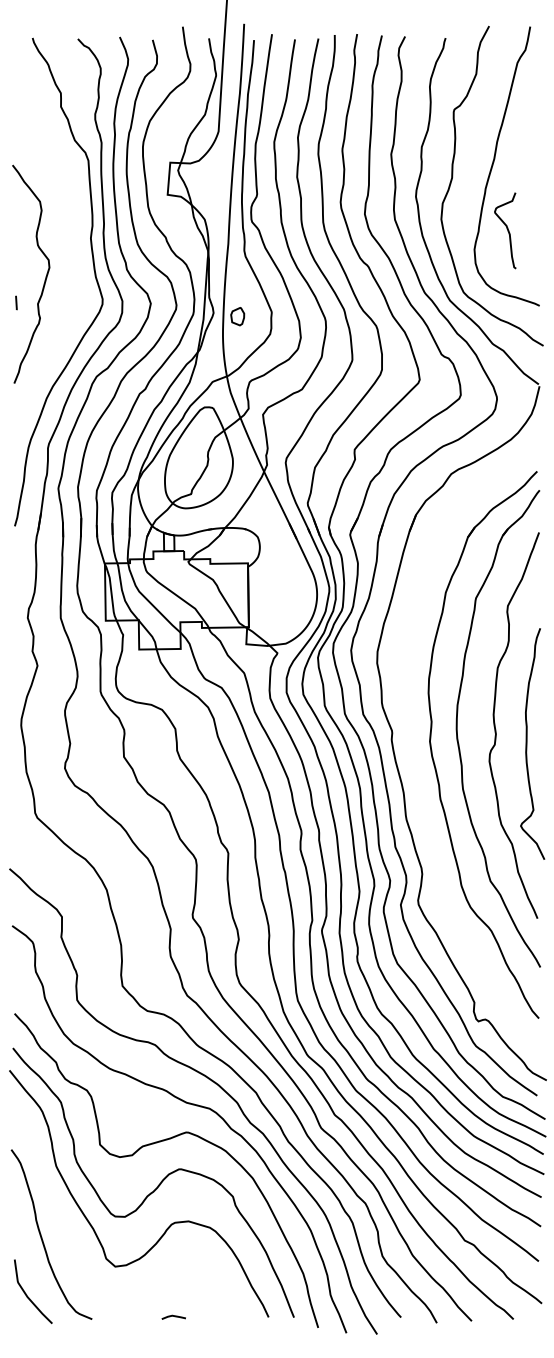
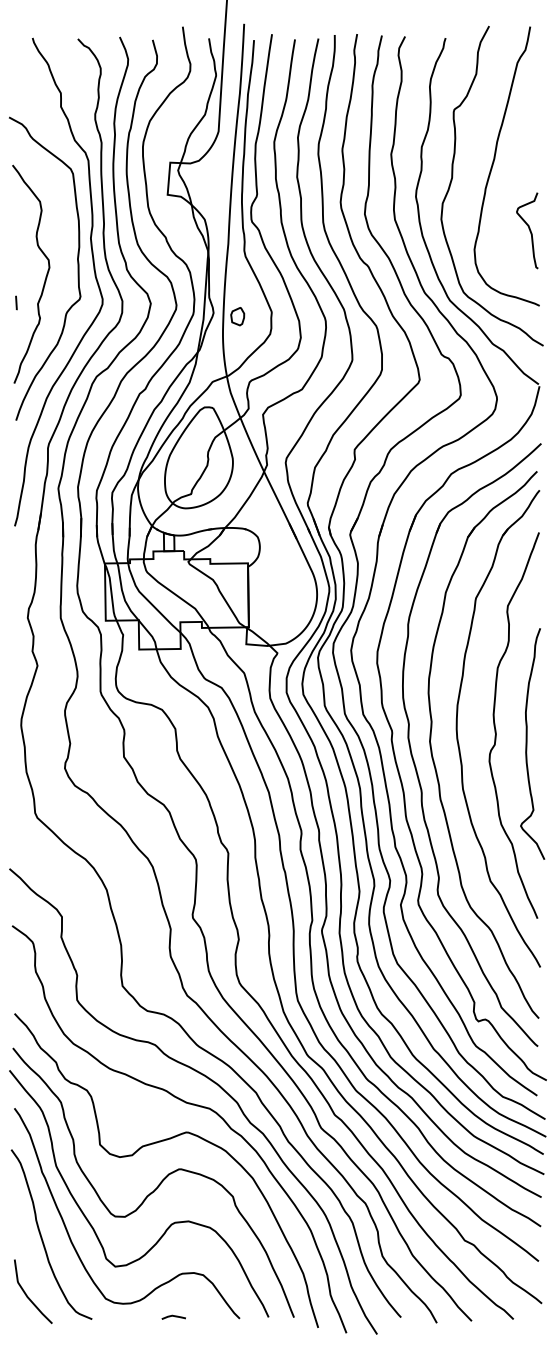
curve at (506, 229) position: (506, 229) -> (528, 229)
curve at (77, 268): none -> present
part at (415, 763): none -> present
curve at (70, 1236): none -> present
